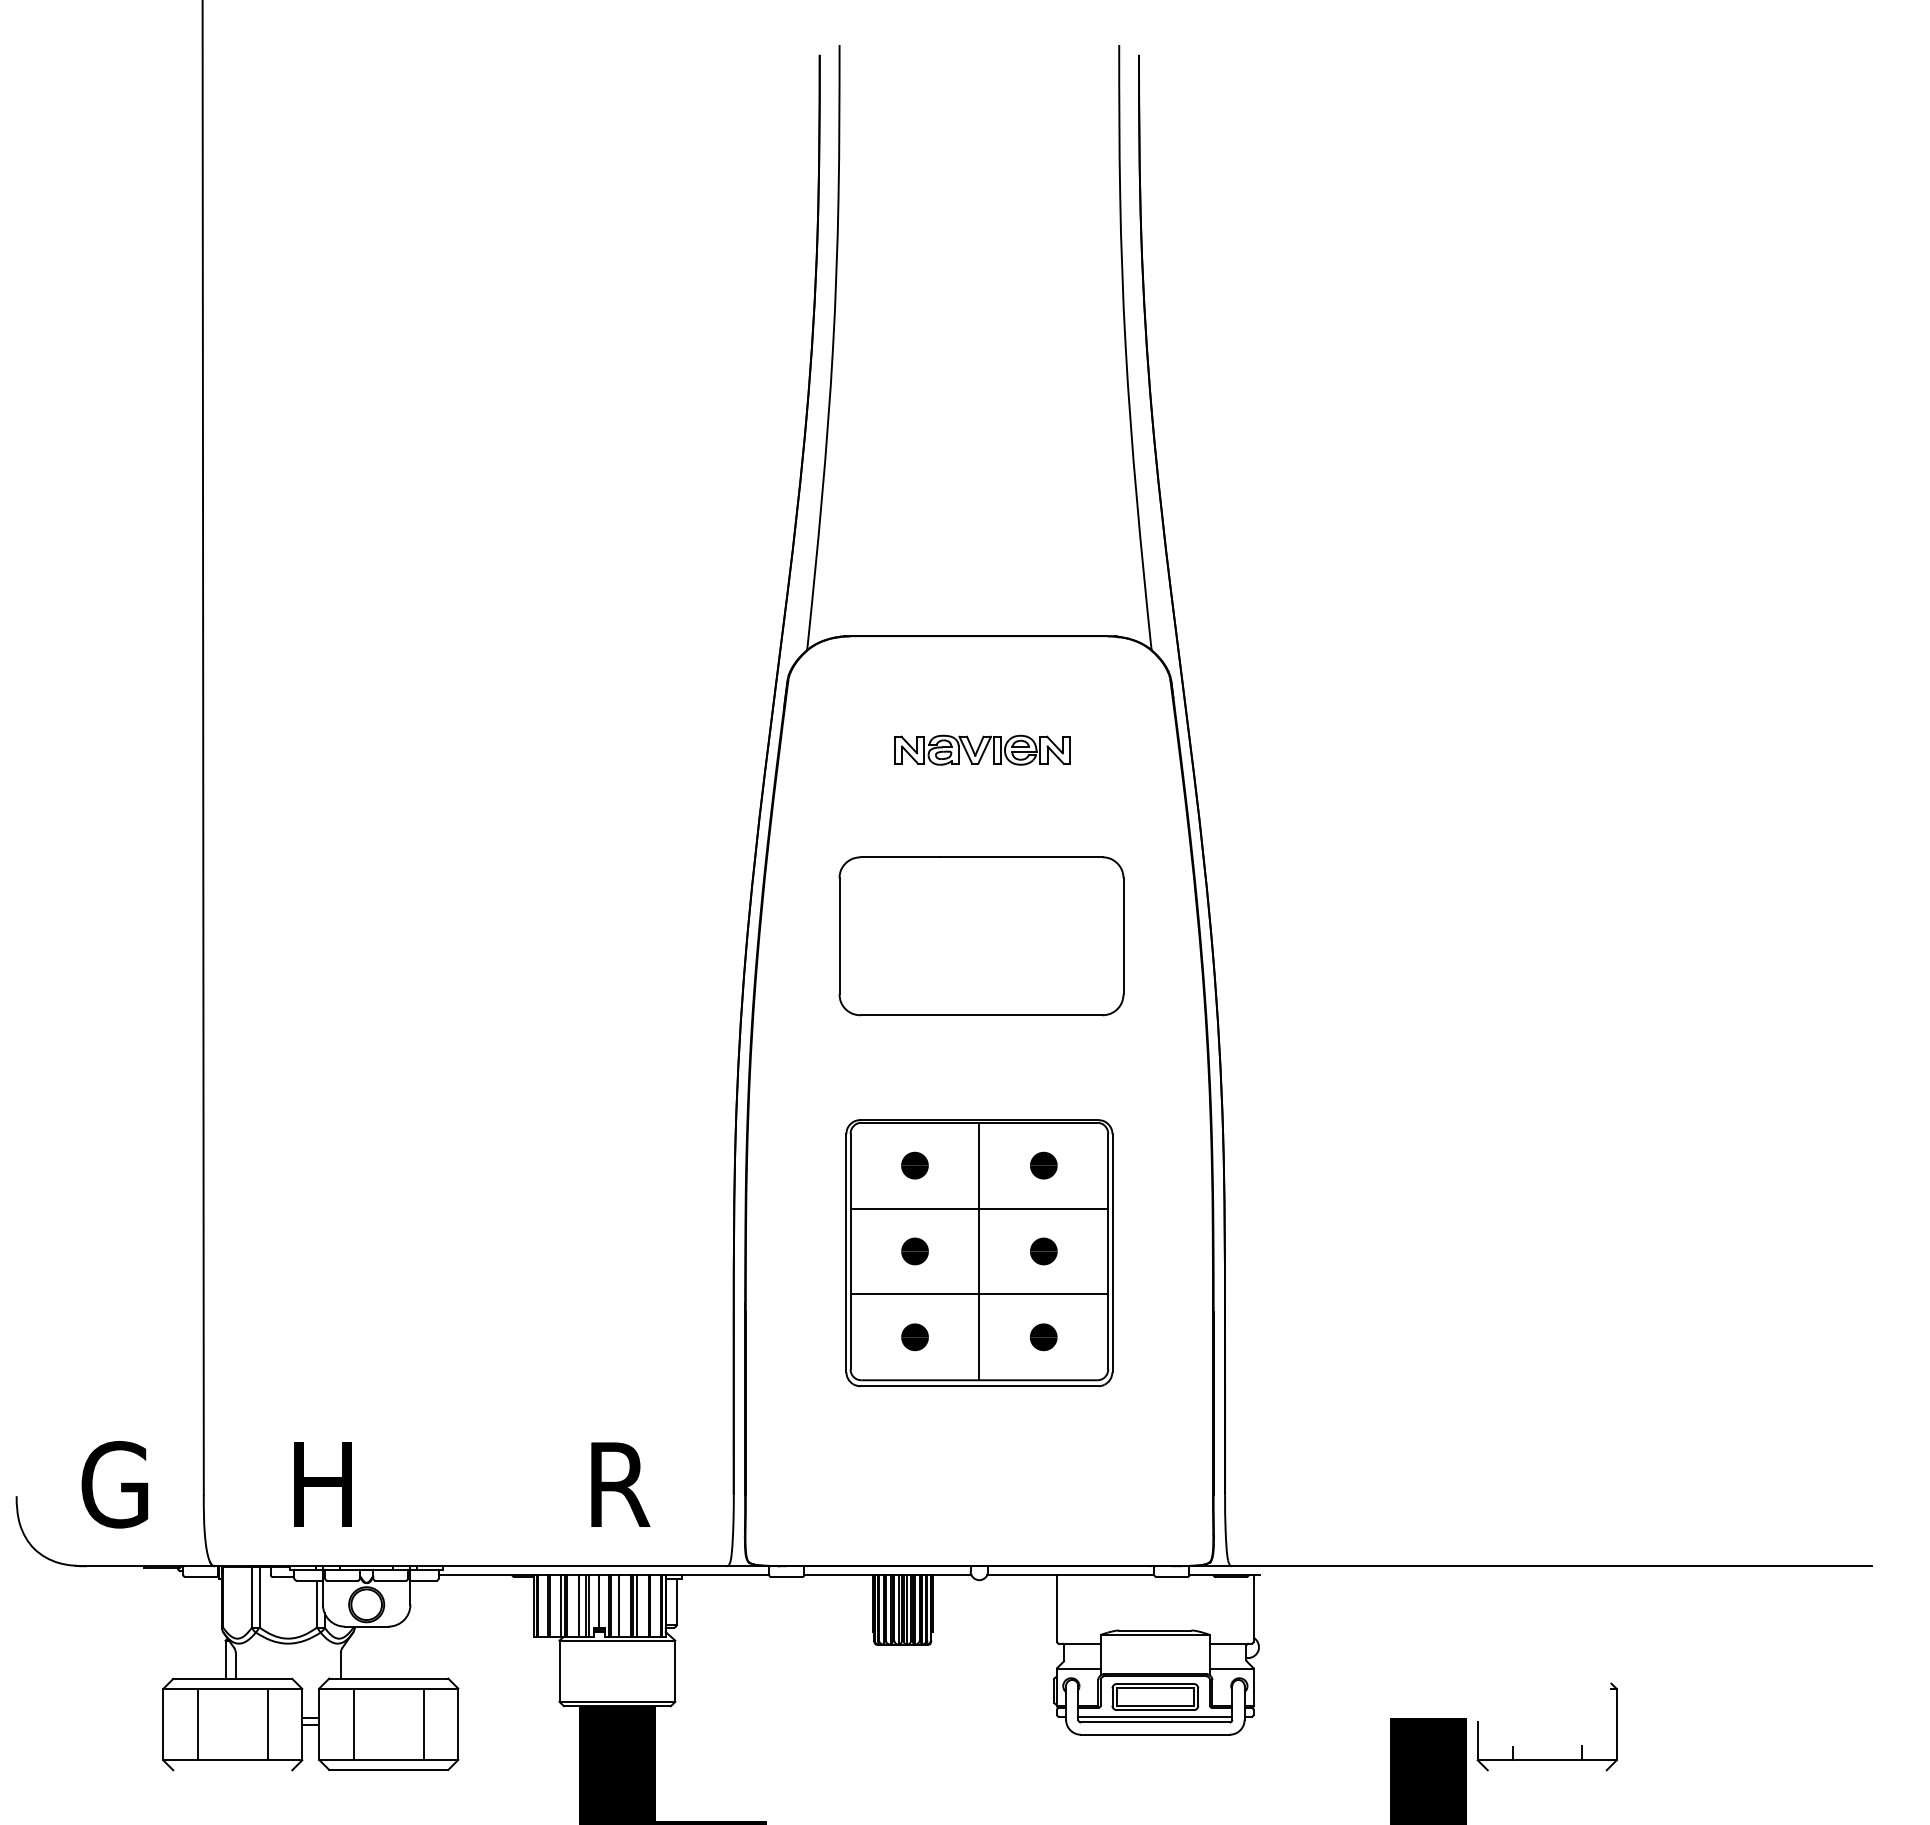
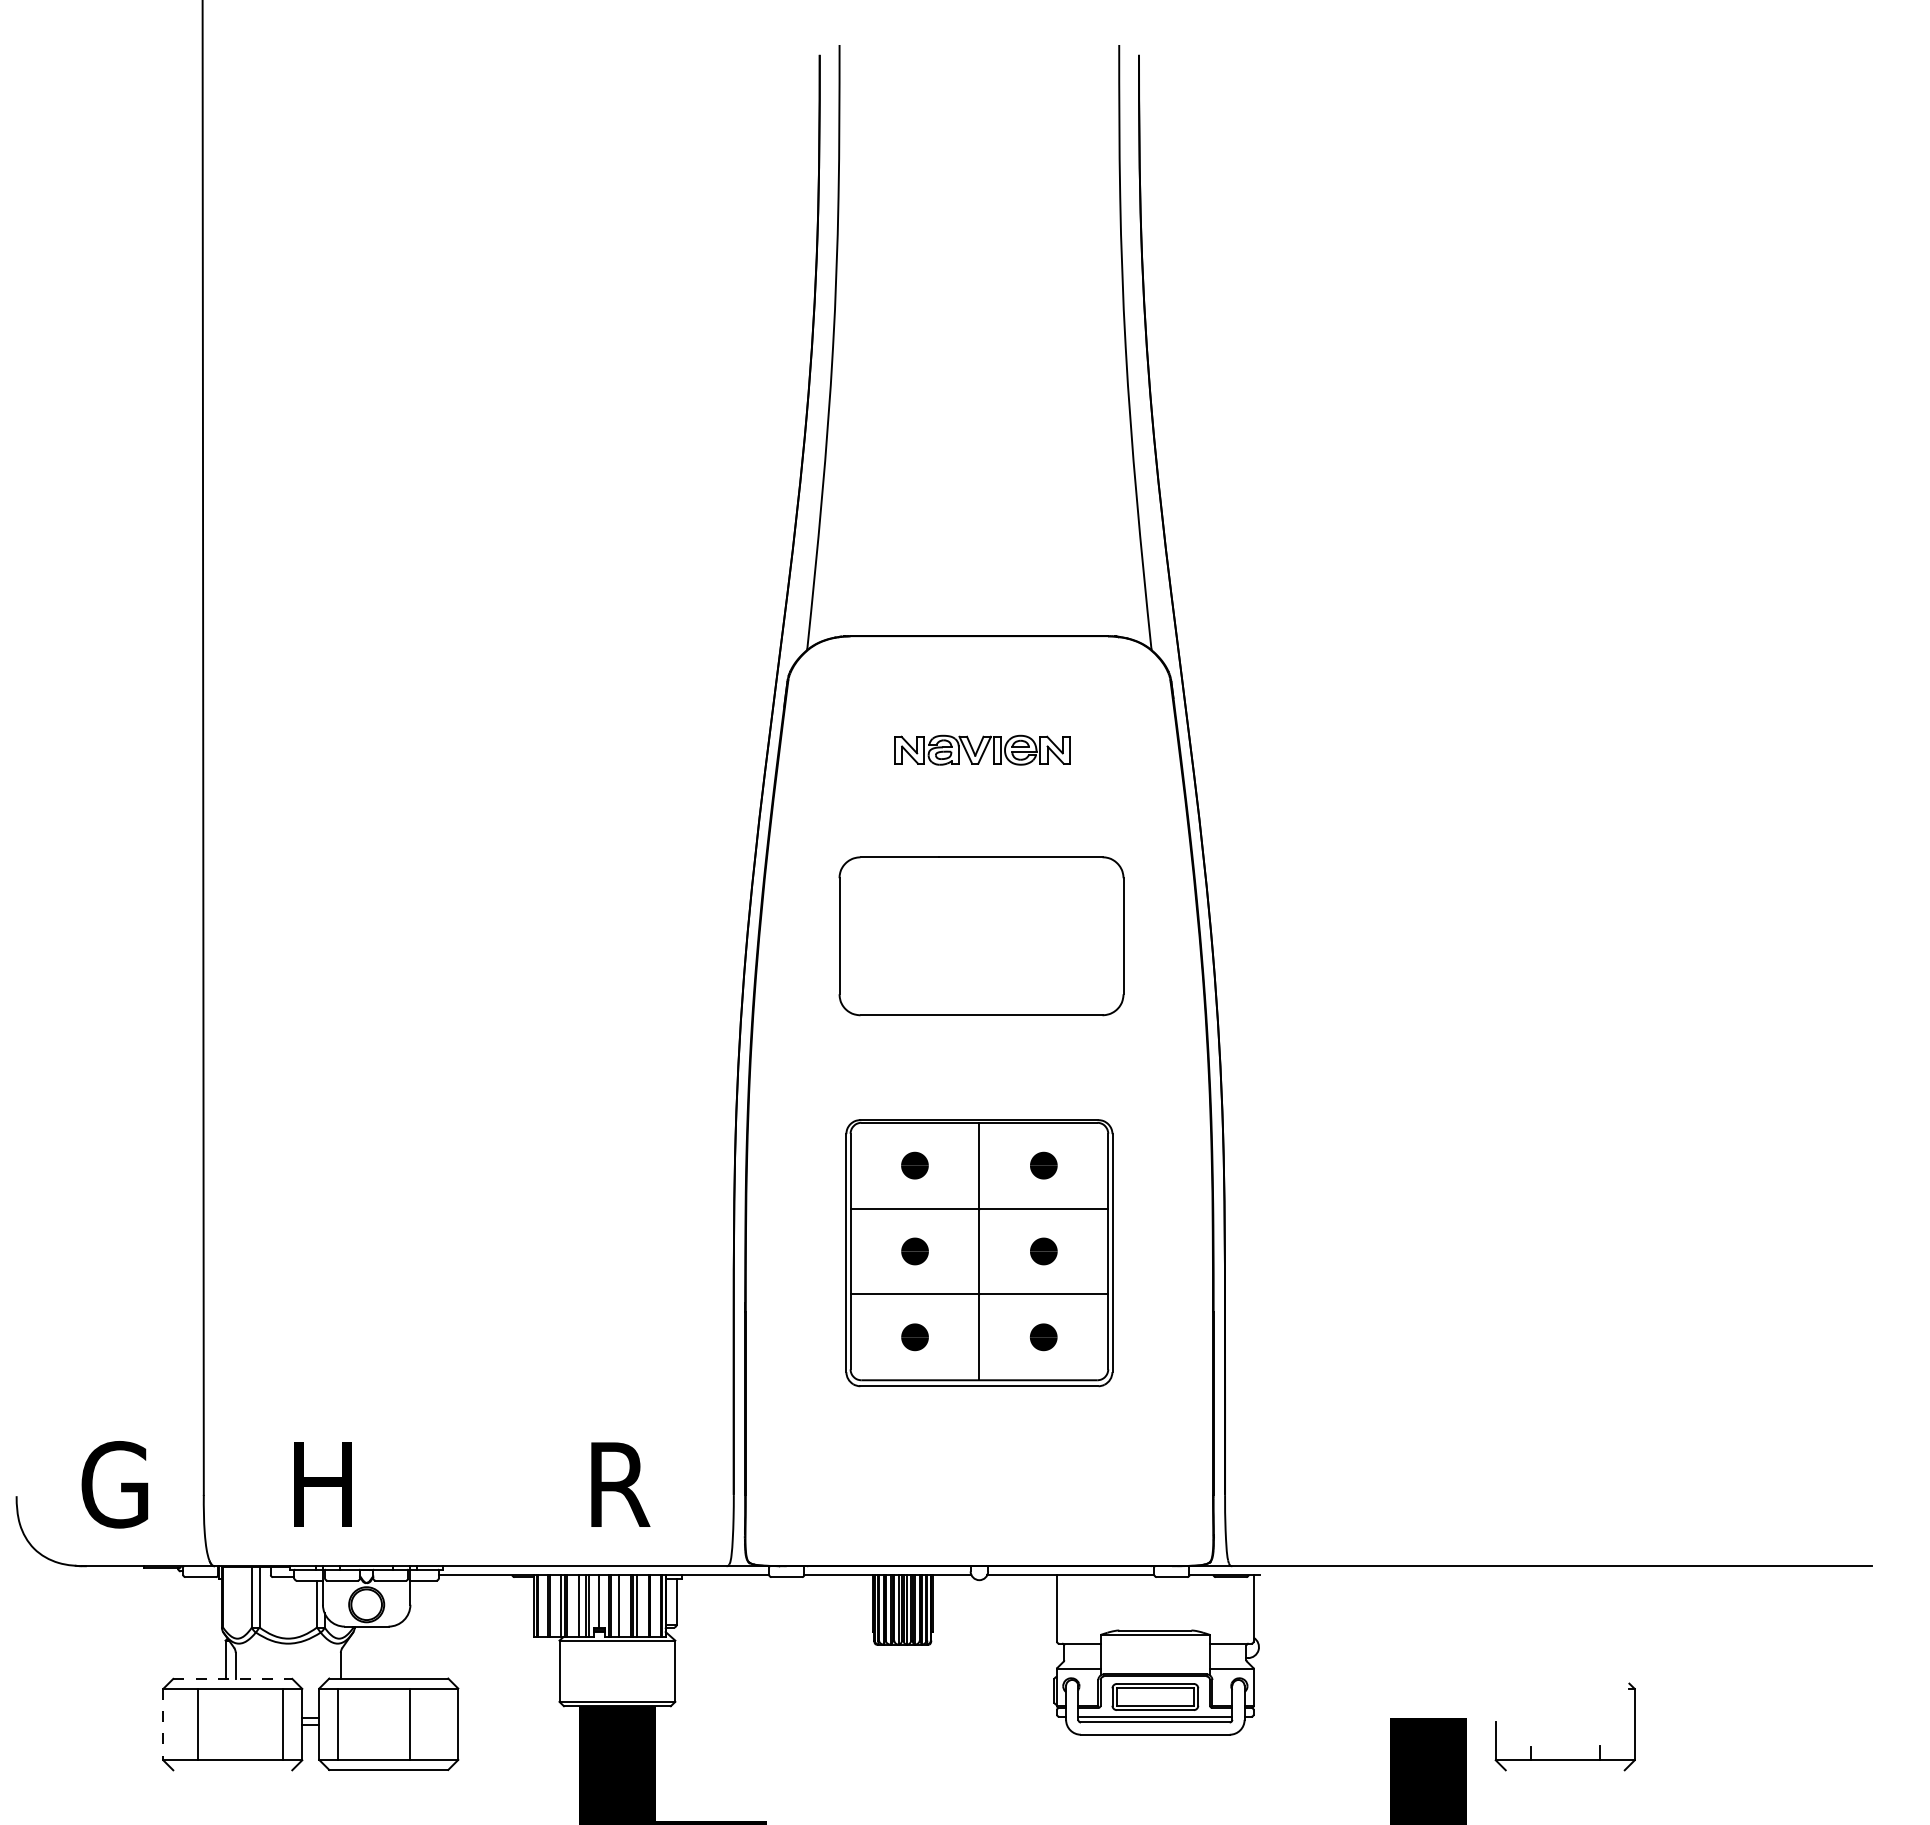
line at (232, 1678): solid -> dashed
line at (354, 1723) position: (354, 1723) -> (338, 1723)
line at (423, 1723) position: (423, 1723) -> (409, 1723)
line at (163, 1724): solid -> dashed
line at (267, 1724) position: (267, 1724) -> (282, 1724)
part at (1546, 1759) position: (1546, 1759) -> (1564, 1759)
